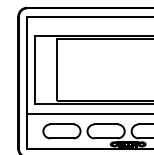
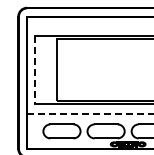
line at (35, 69): solid -> dashed
line at (90, 114): solid -> dashed
